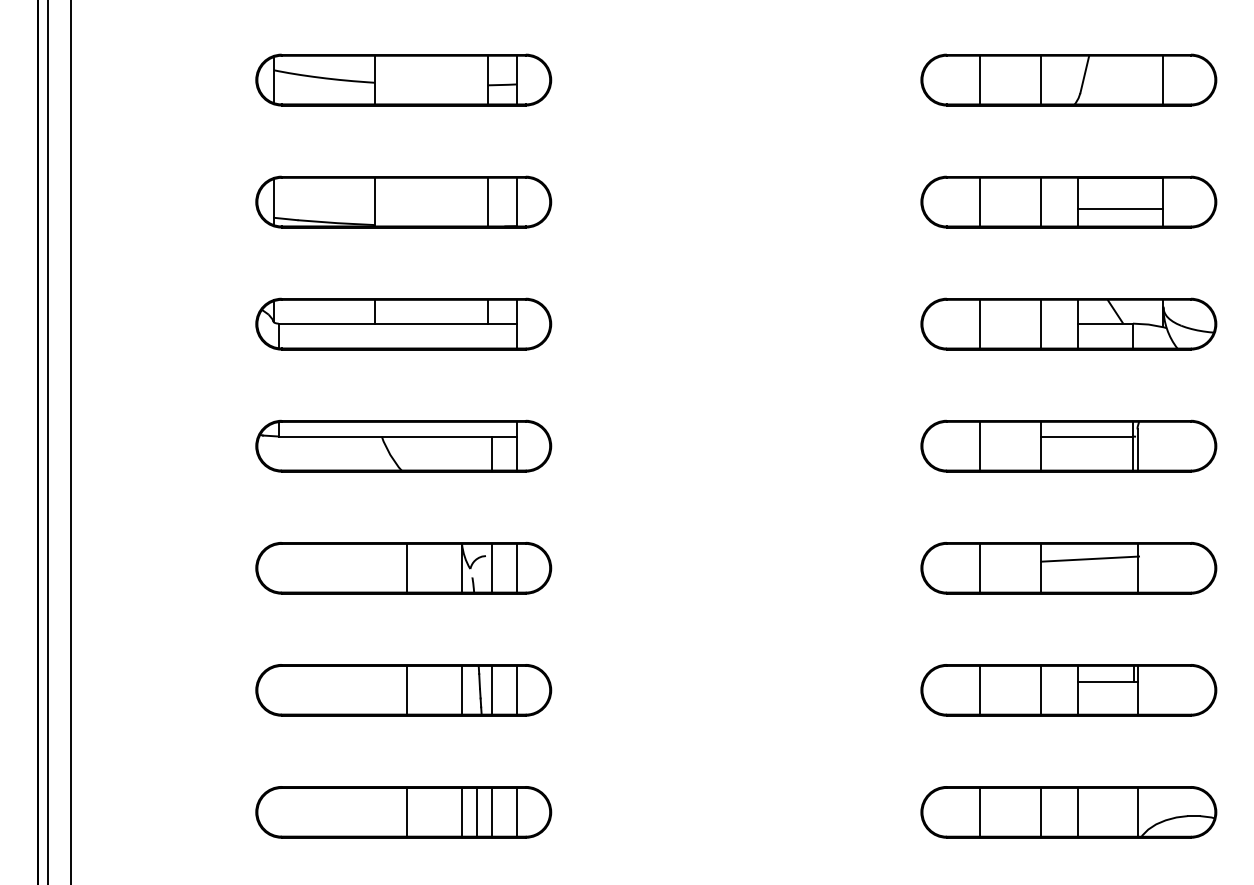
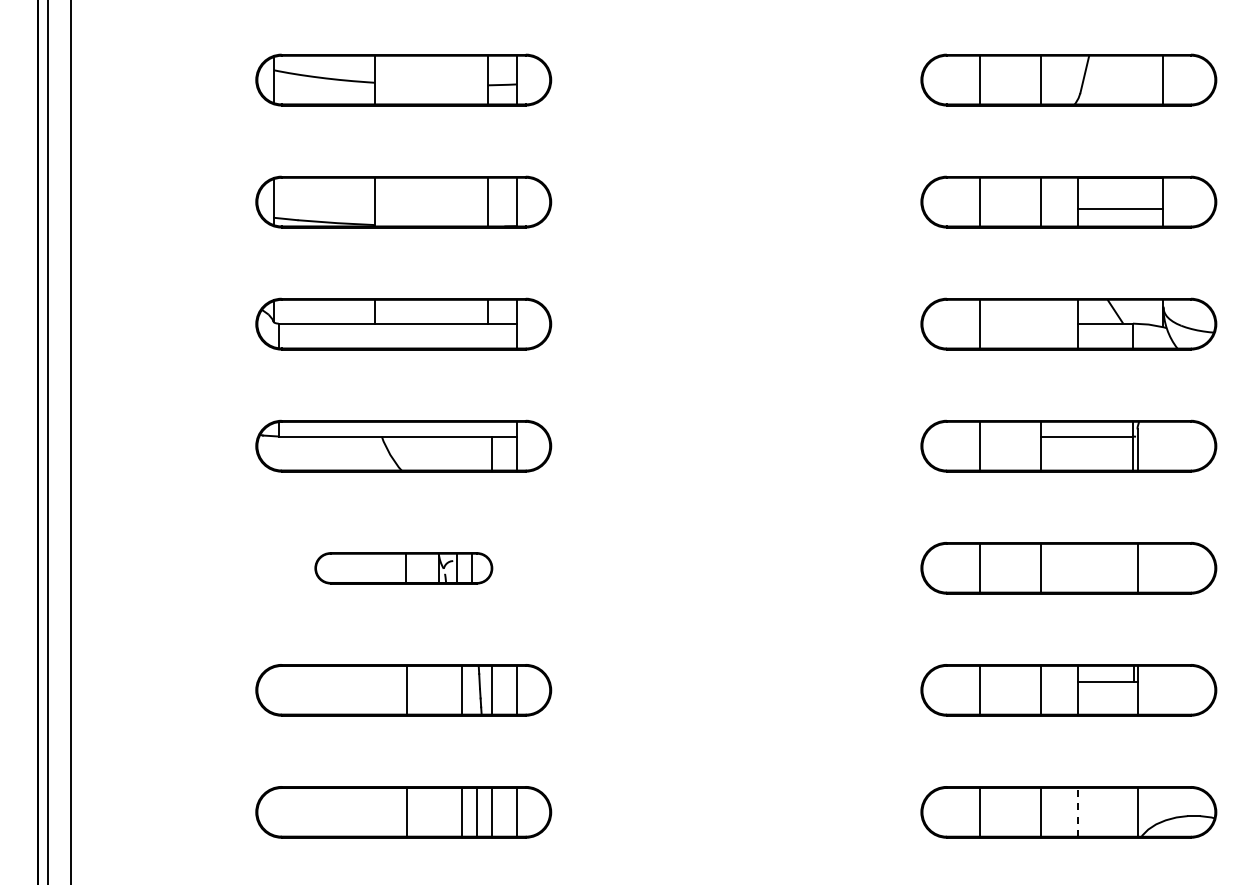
line at (1041, 323): present -> none
line at (1090, 558): present -> none
part at (403, 568) size: 298x53 px -> 180x33 px
line at (1078, 811): solid -> dashed
